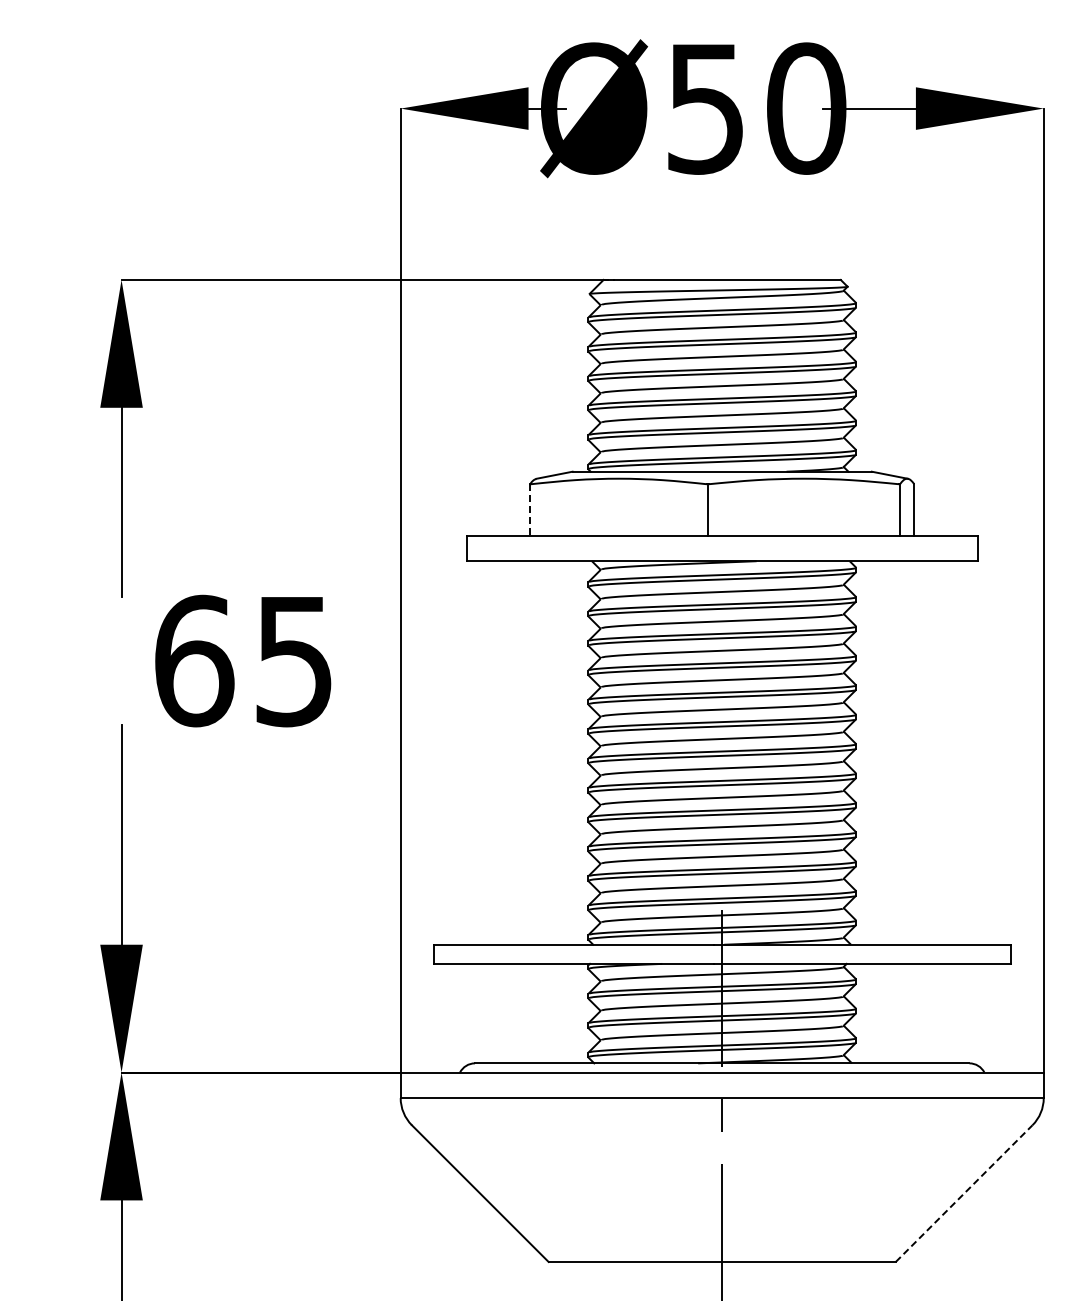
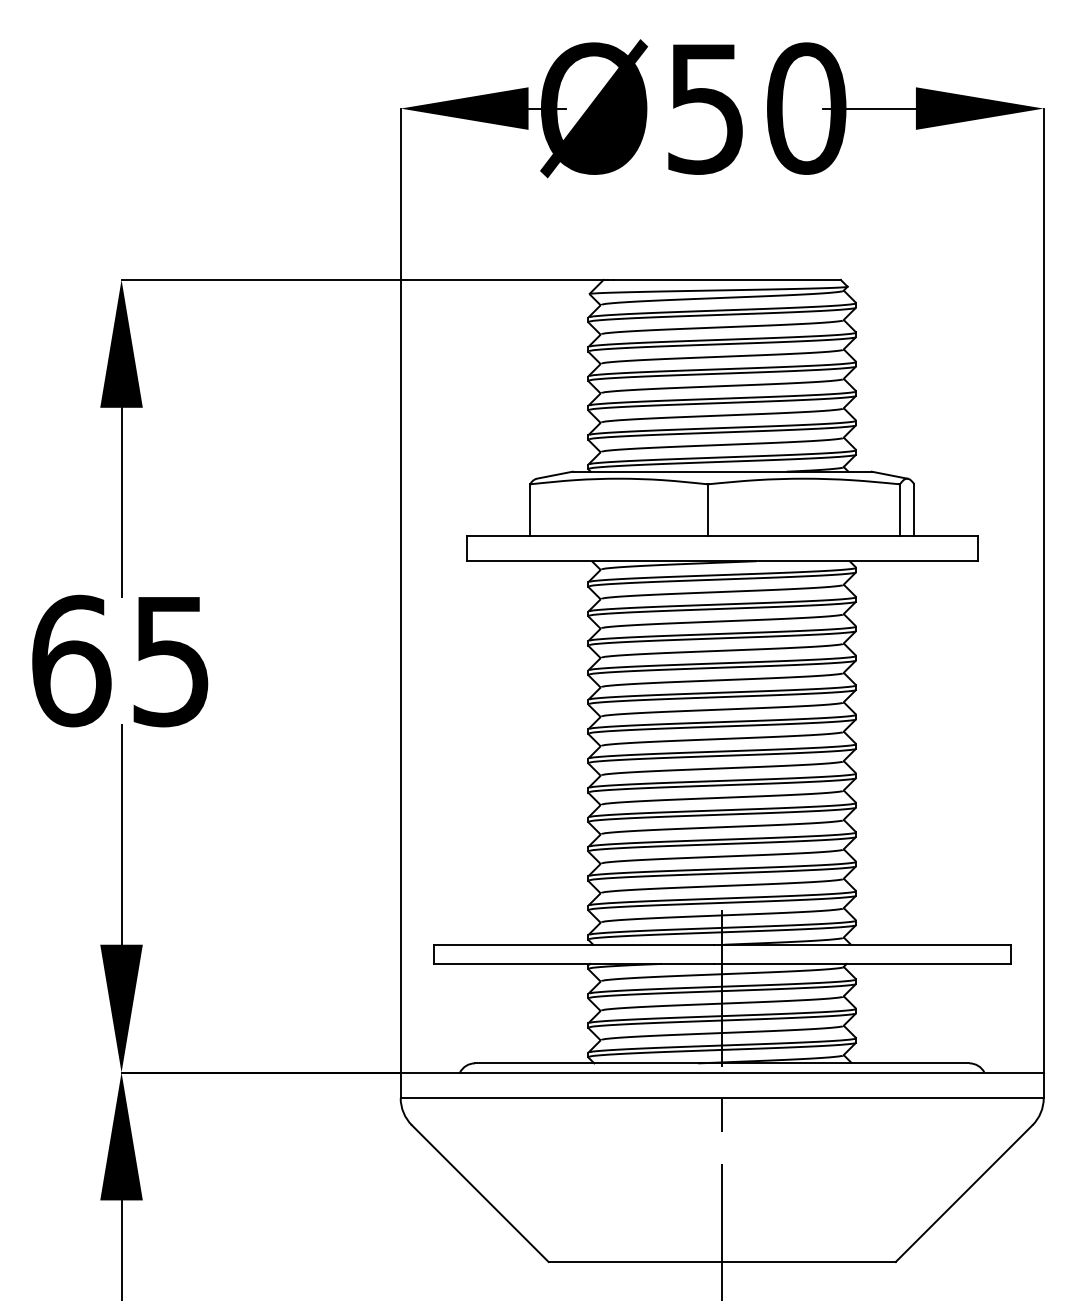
line at (530, 509): dashed -> solid
text at (243, 660) position: (243, 660) -> (120, 660)
line at (964, 1193): dashed -> solid
